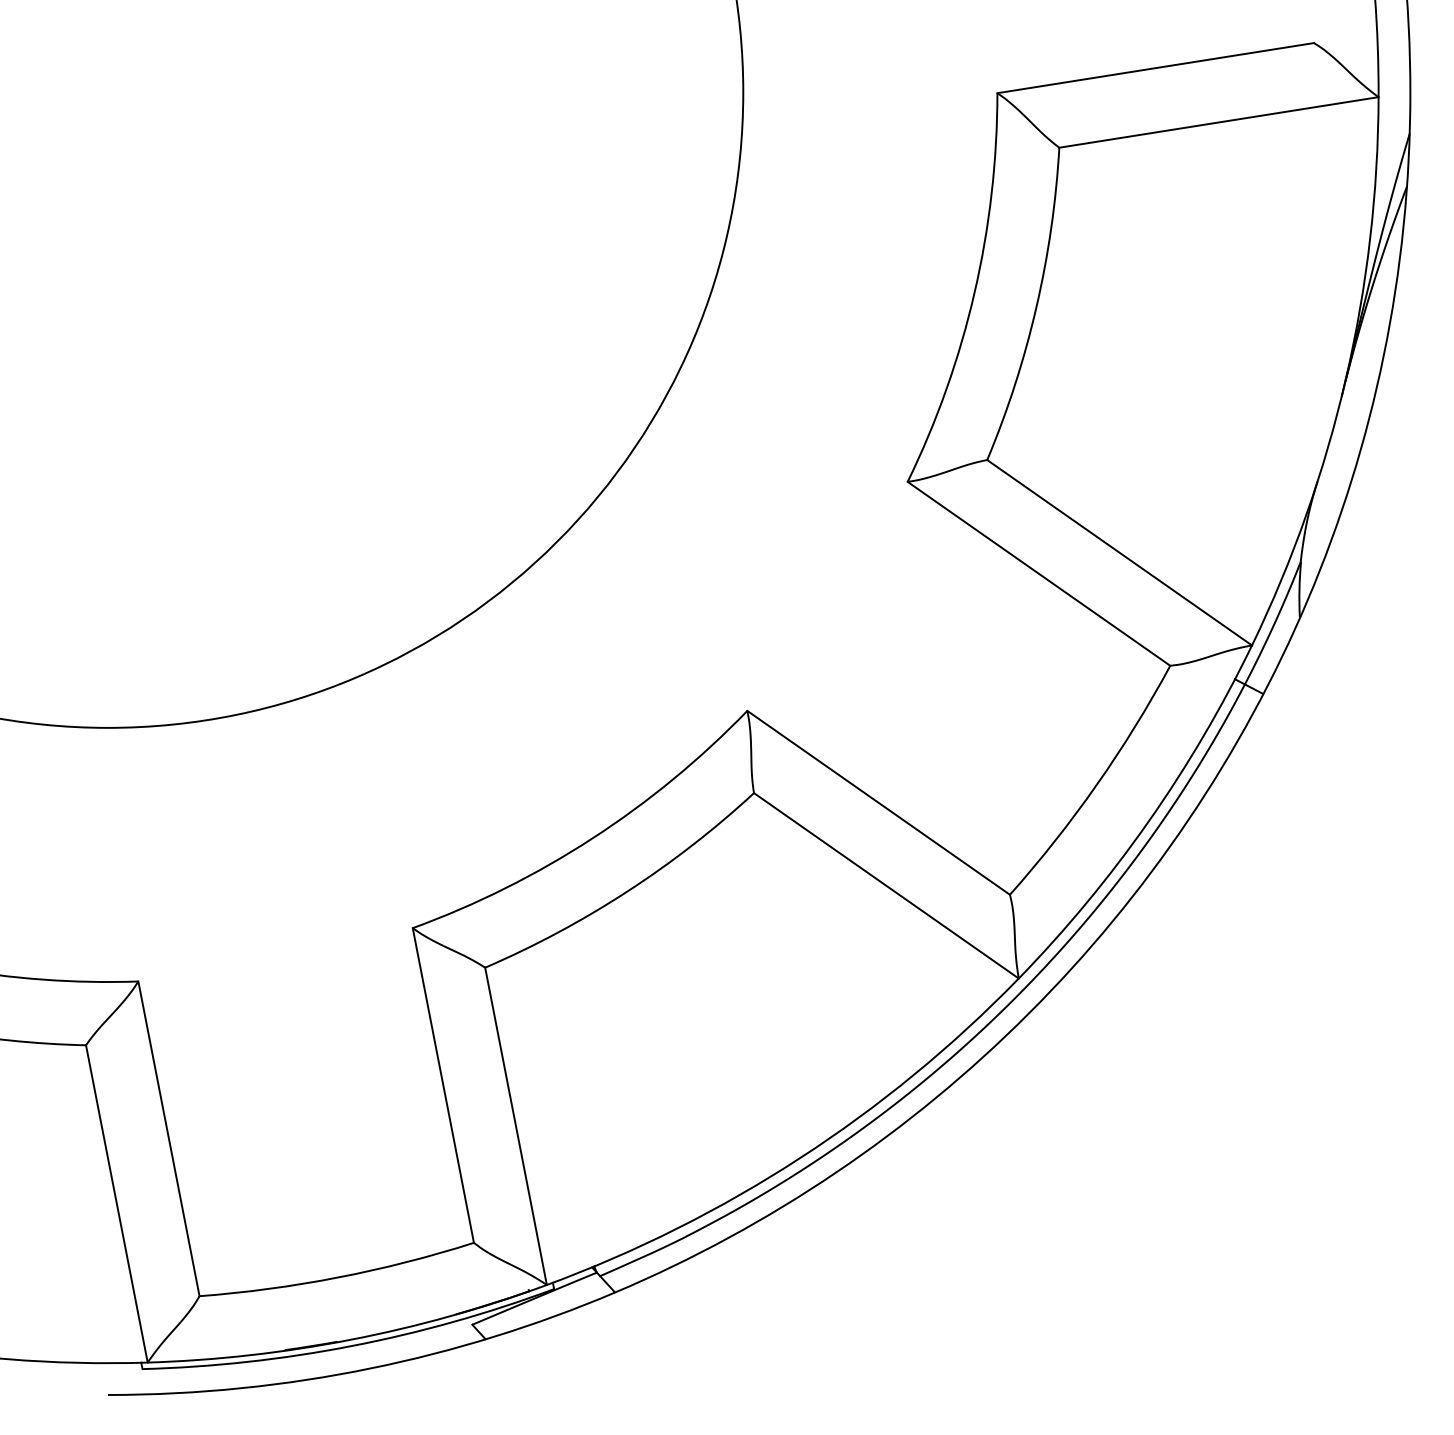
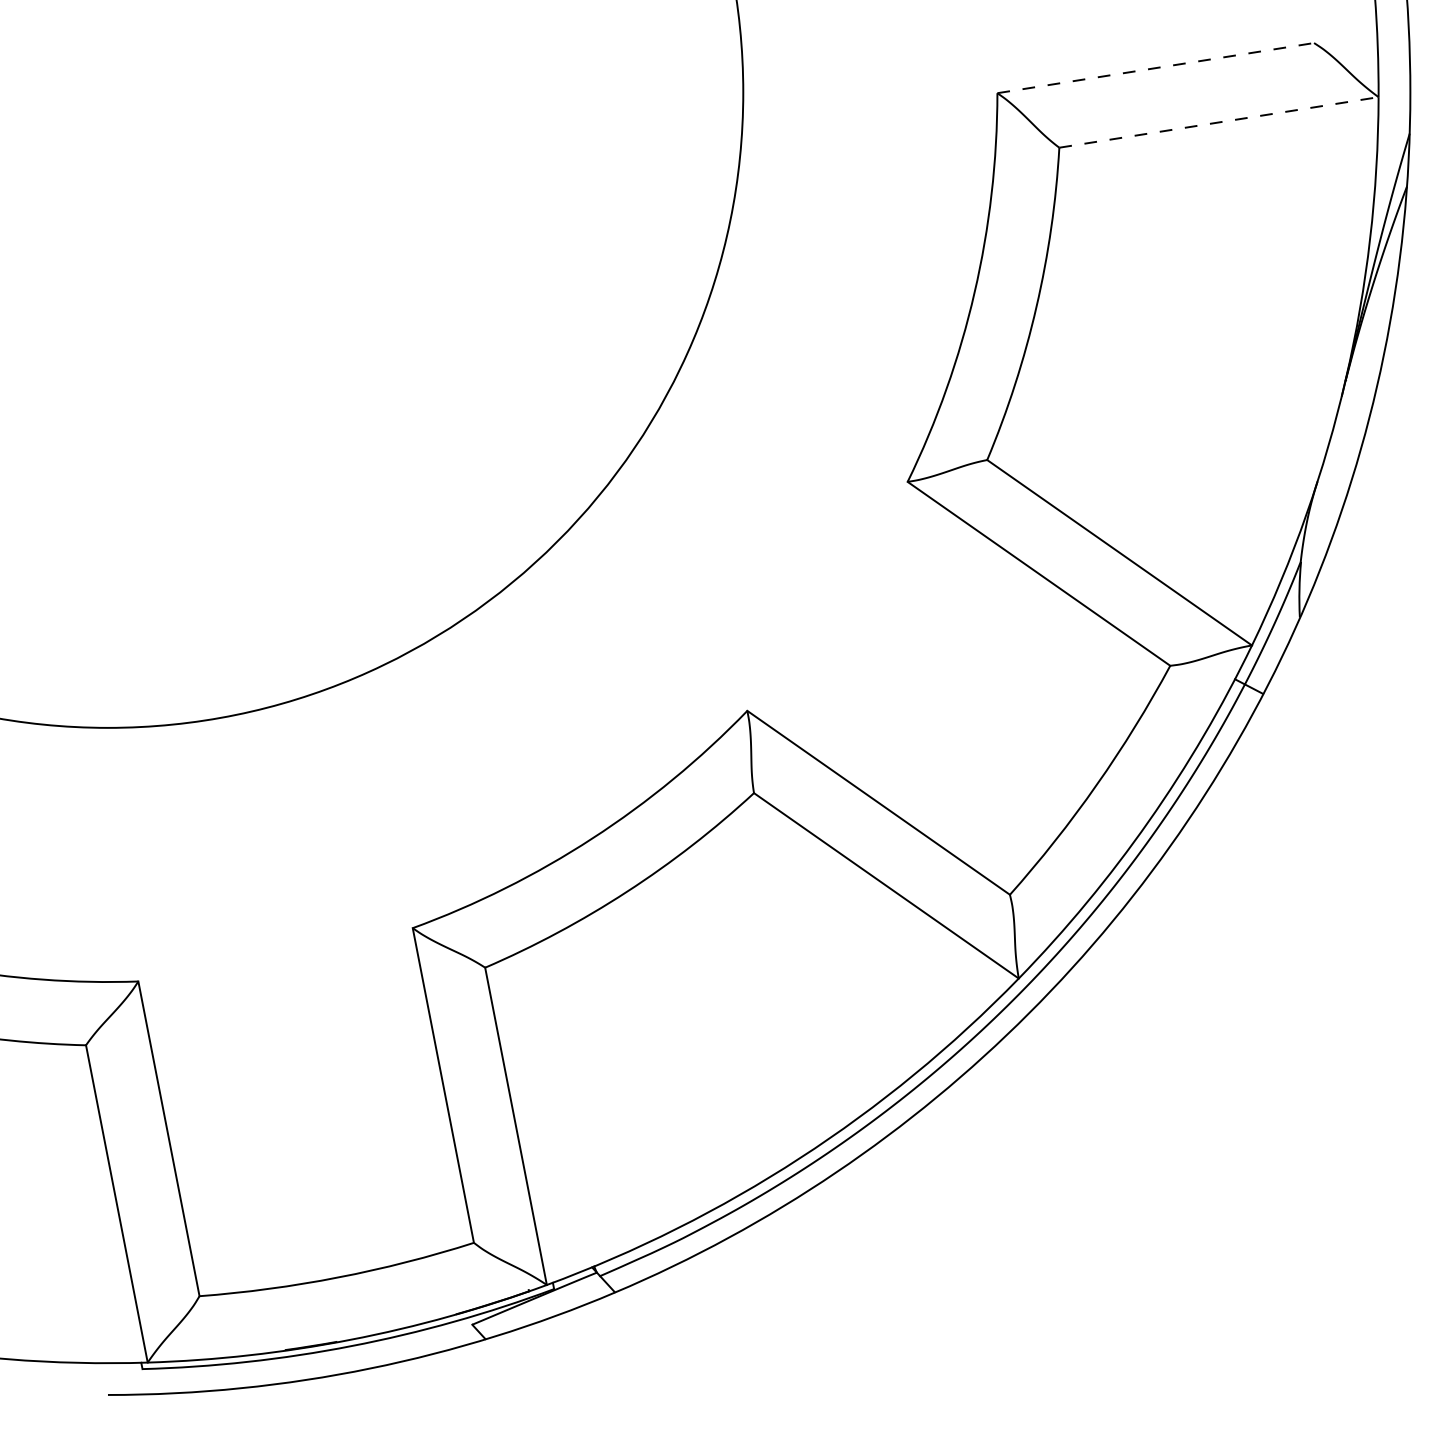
line at (1156, 68): solid -> dashed
line at (1218, 122): solid -> dashed
